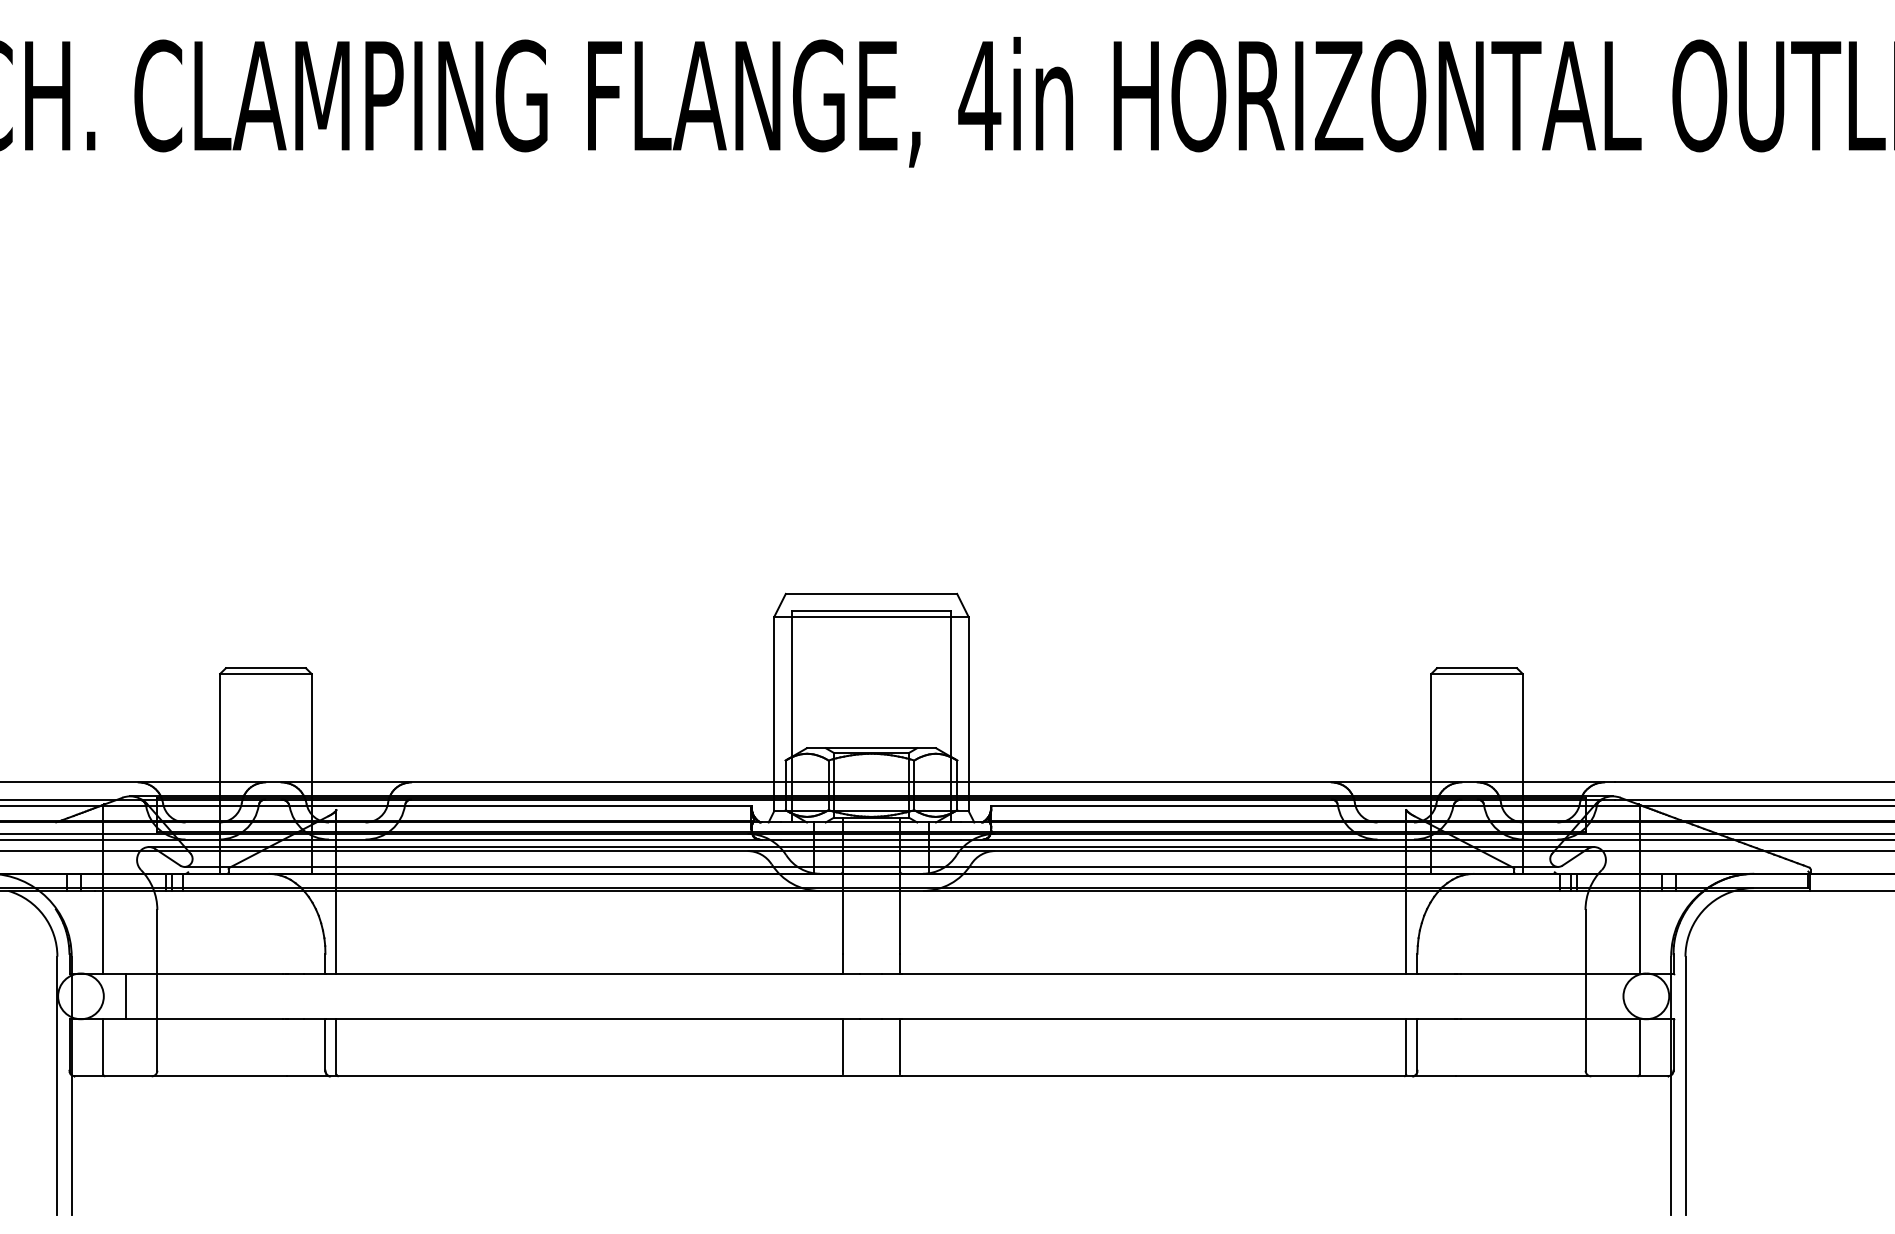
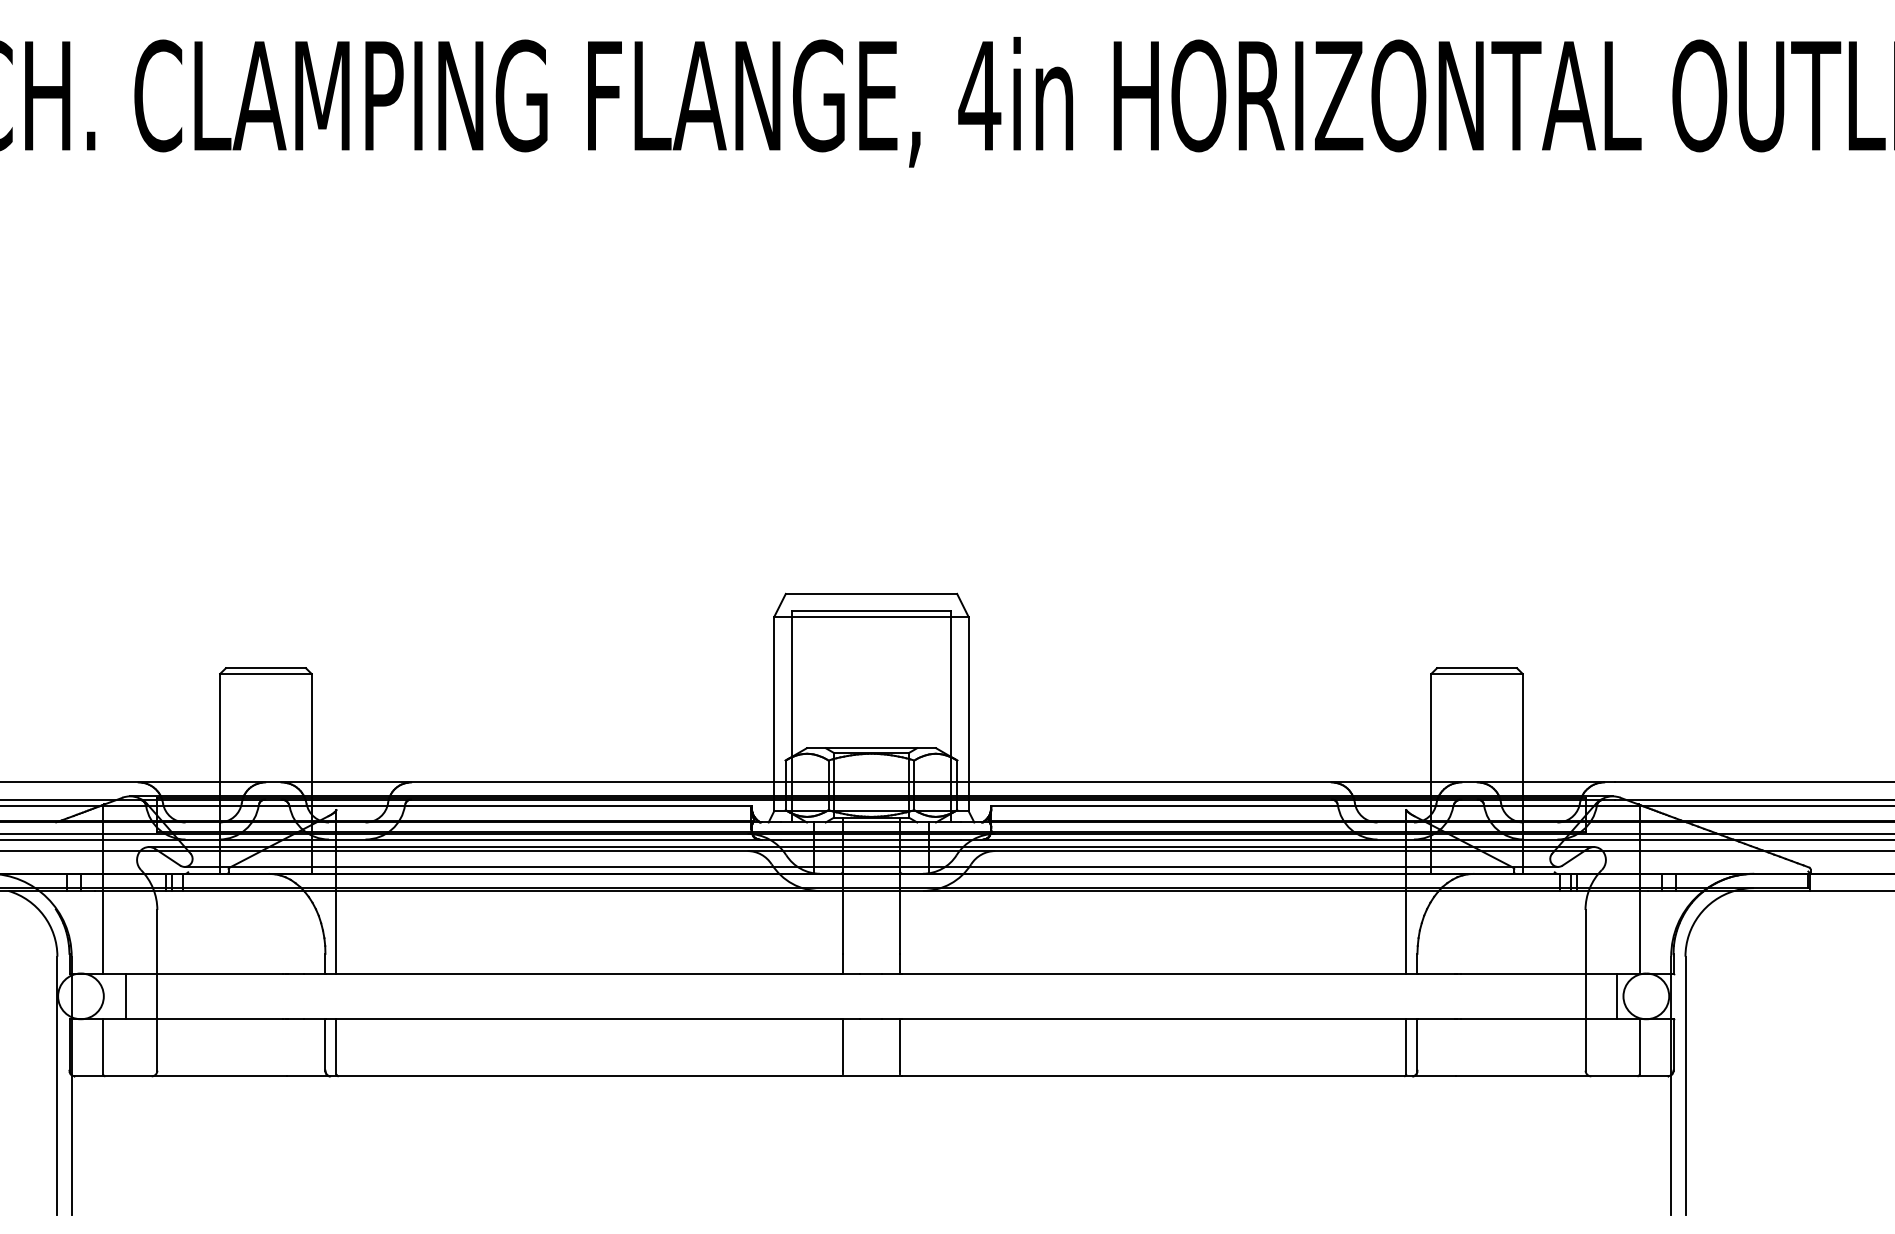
line at (1616, 996): none -> present
